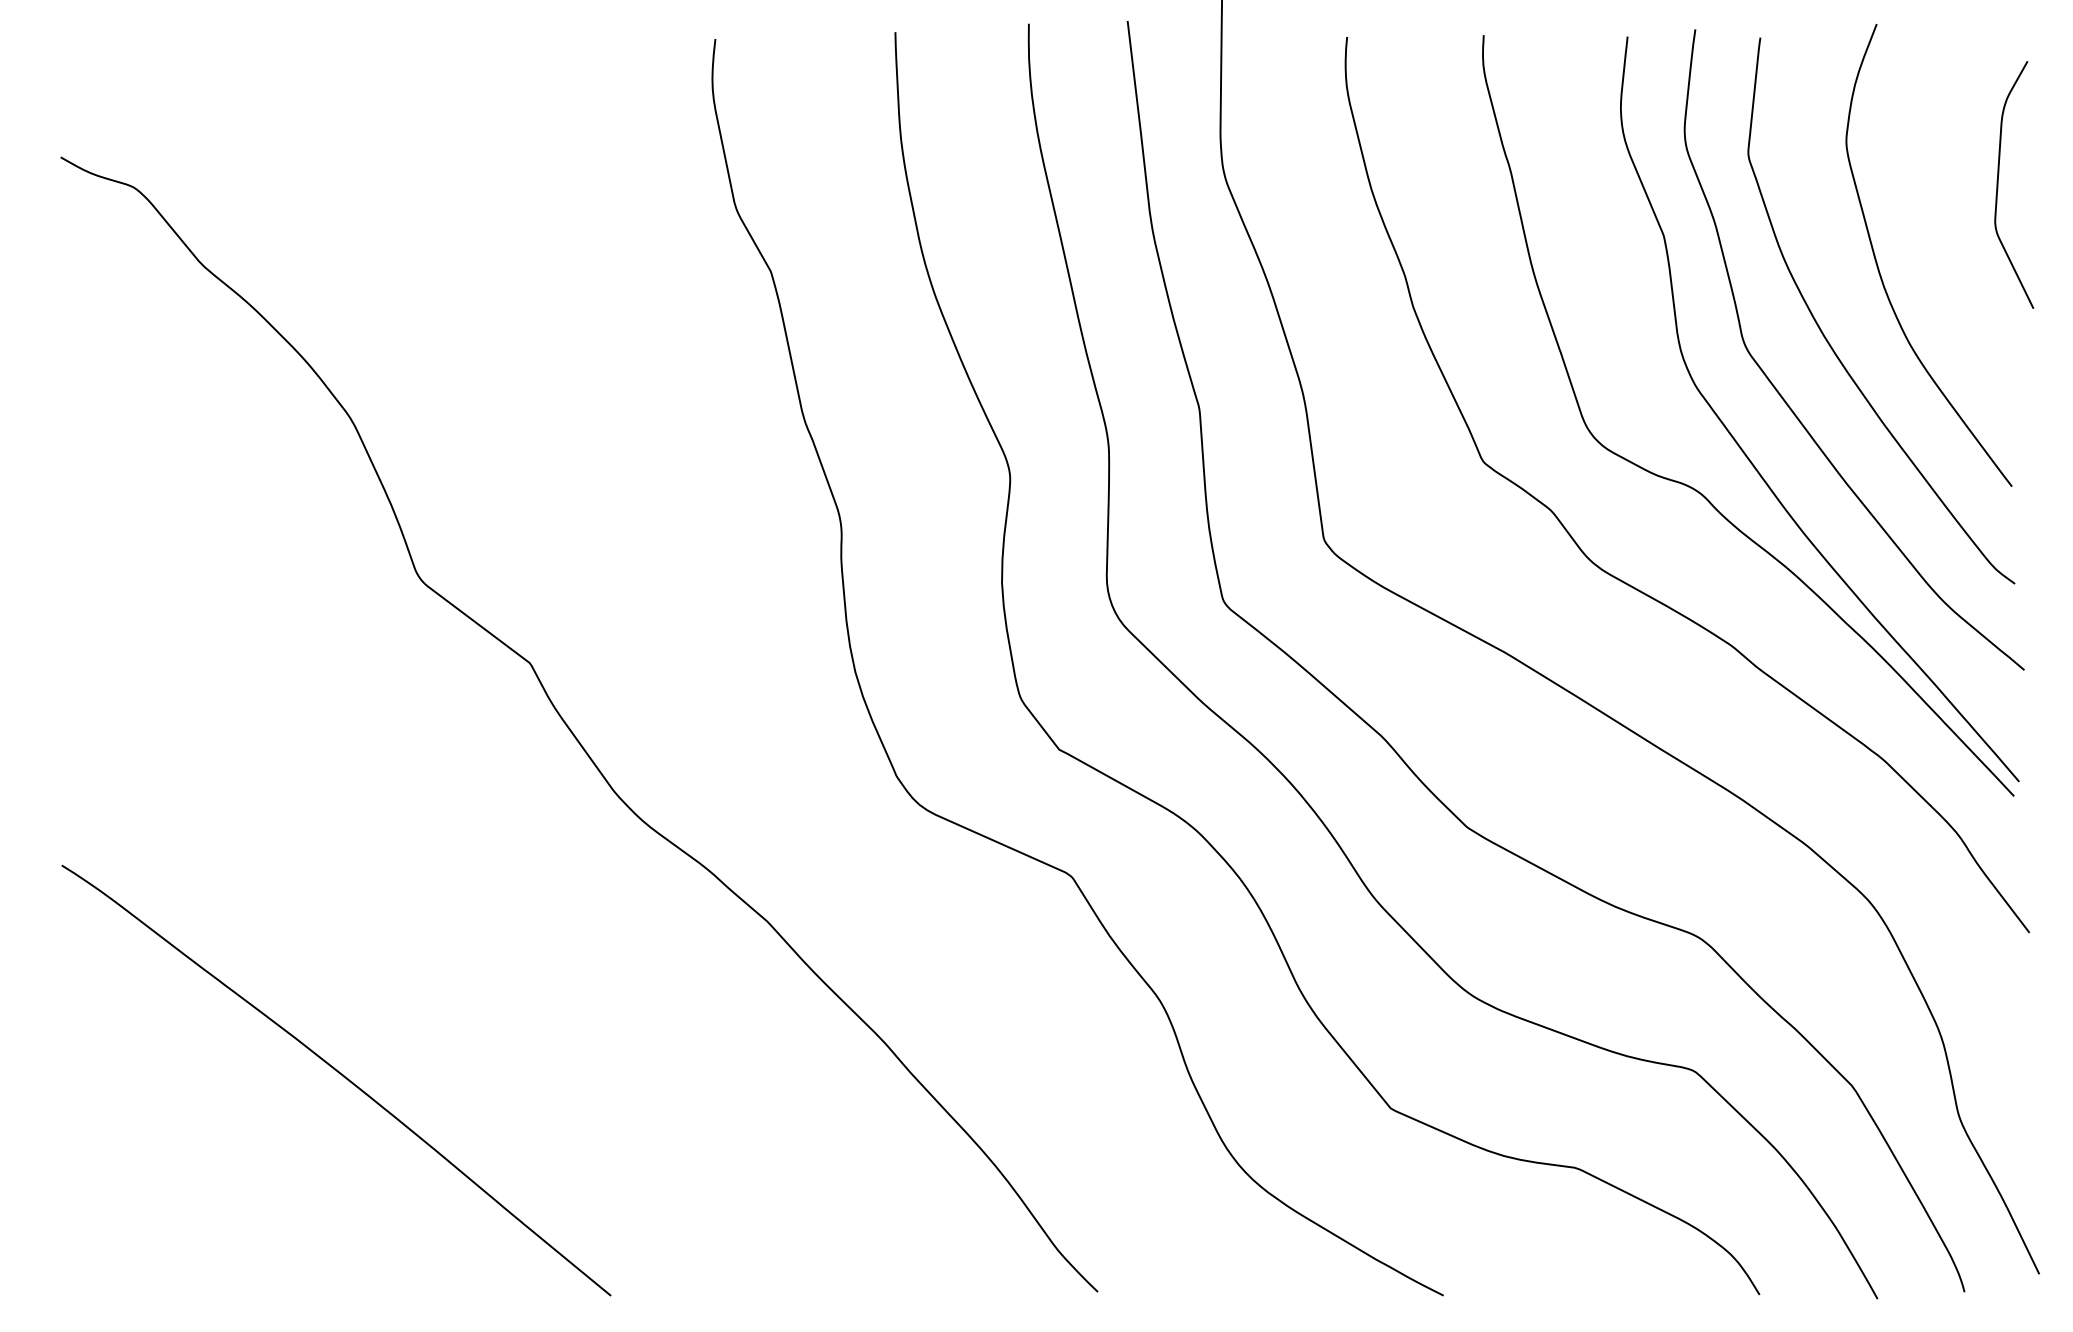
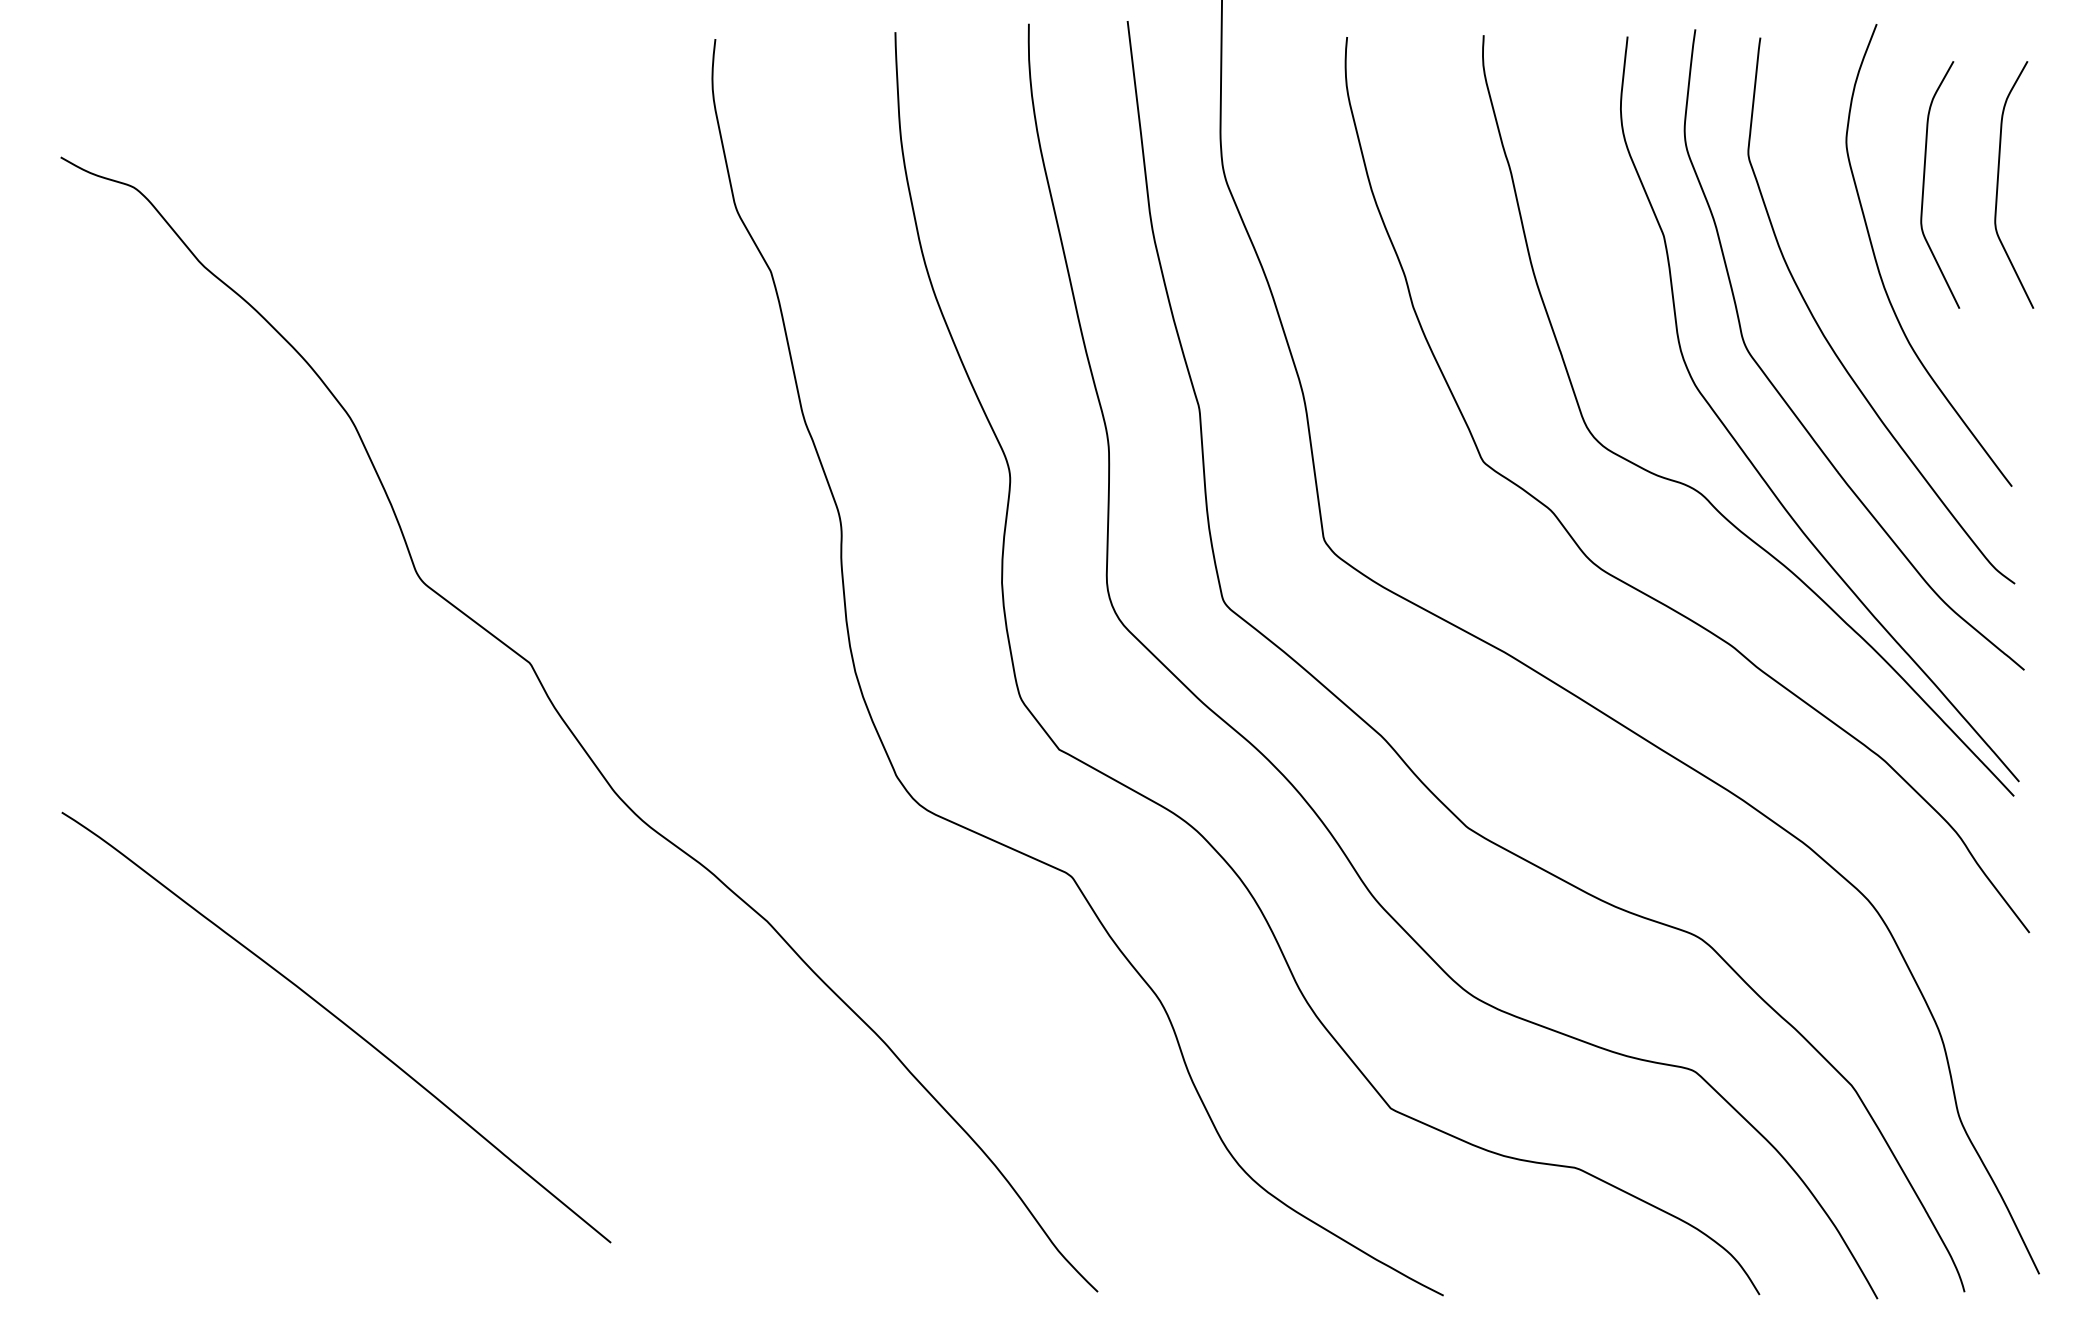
curve at (1924, 184): none -> present
curve at (341, 1075) position: (341, 1075) -> (341, 1022)
